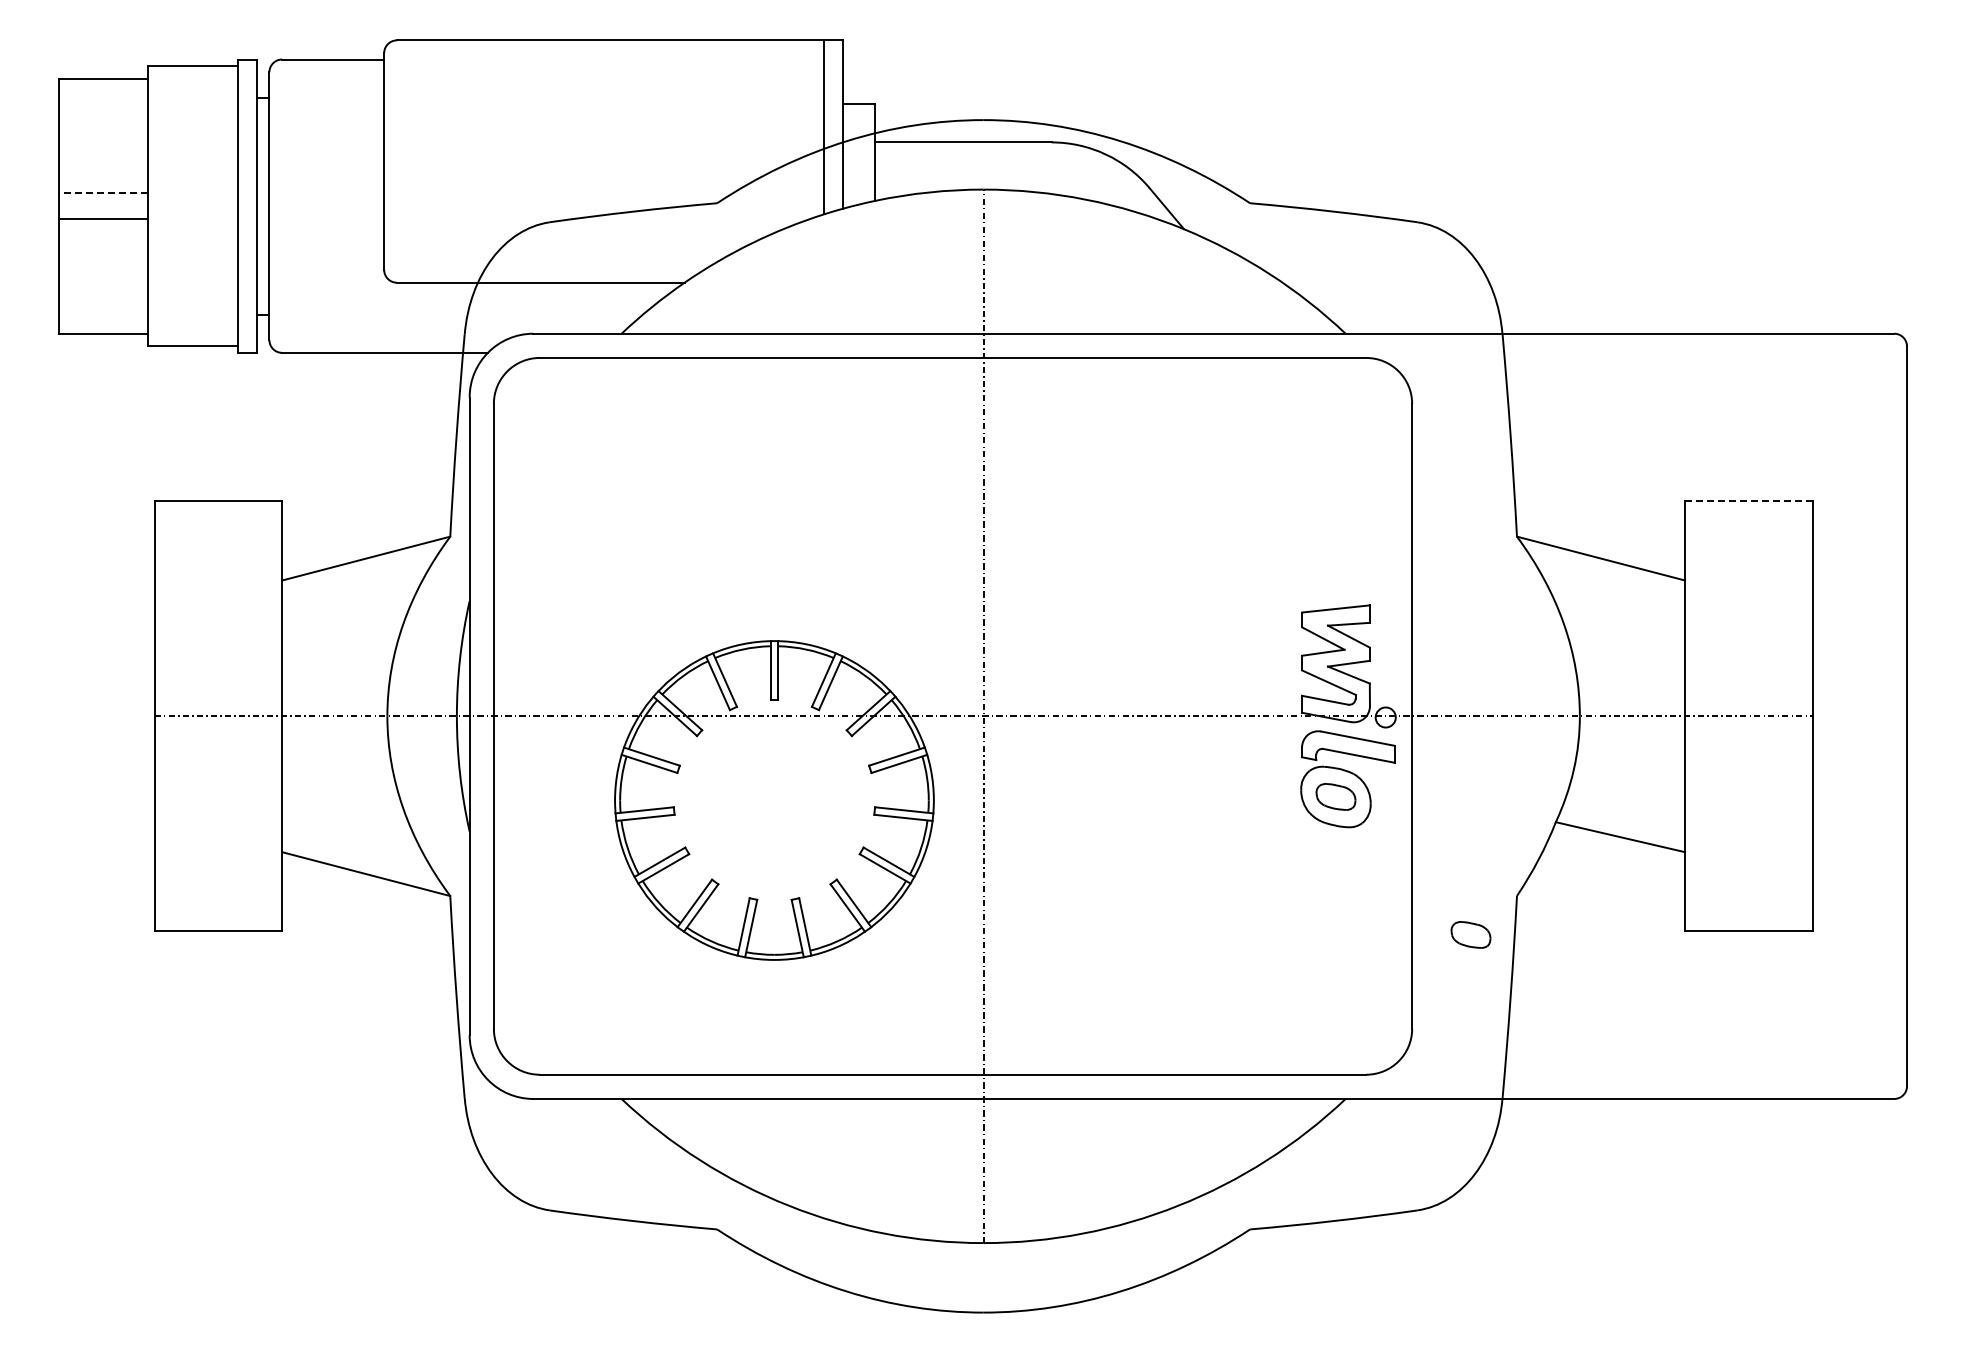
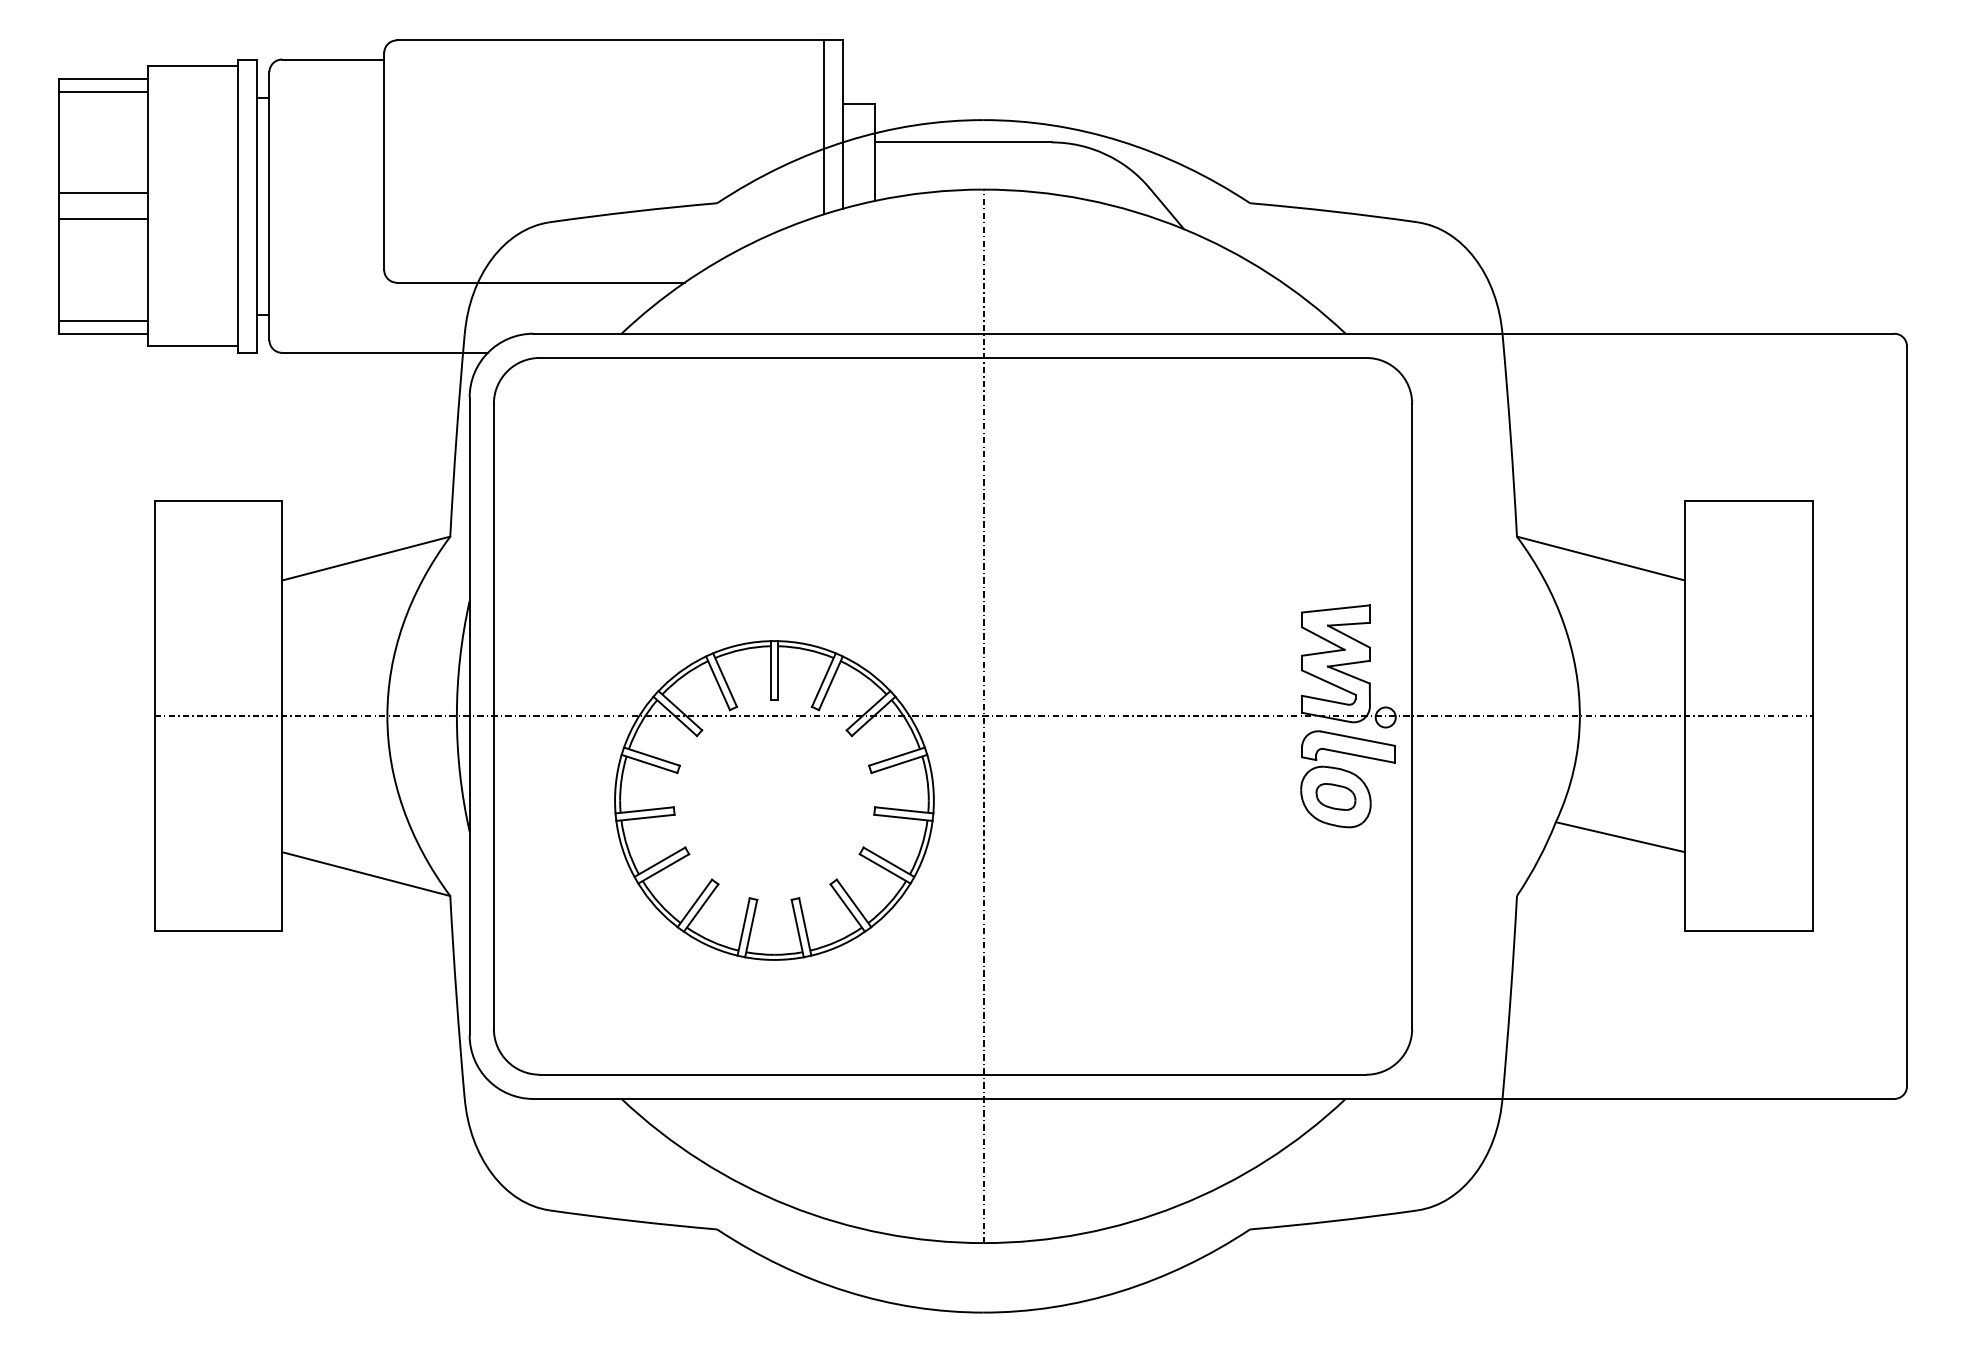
line at (103, 91): none -> present
line at (103, 193): dashed -> solid
line at (103, 320): none -> present
line at (1748, 501): dashed -> solid
part at (1470, 934): present -> none
